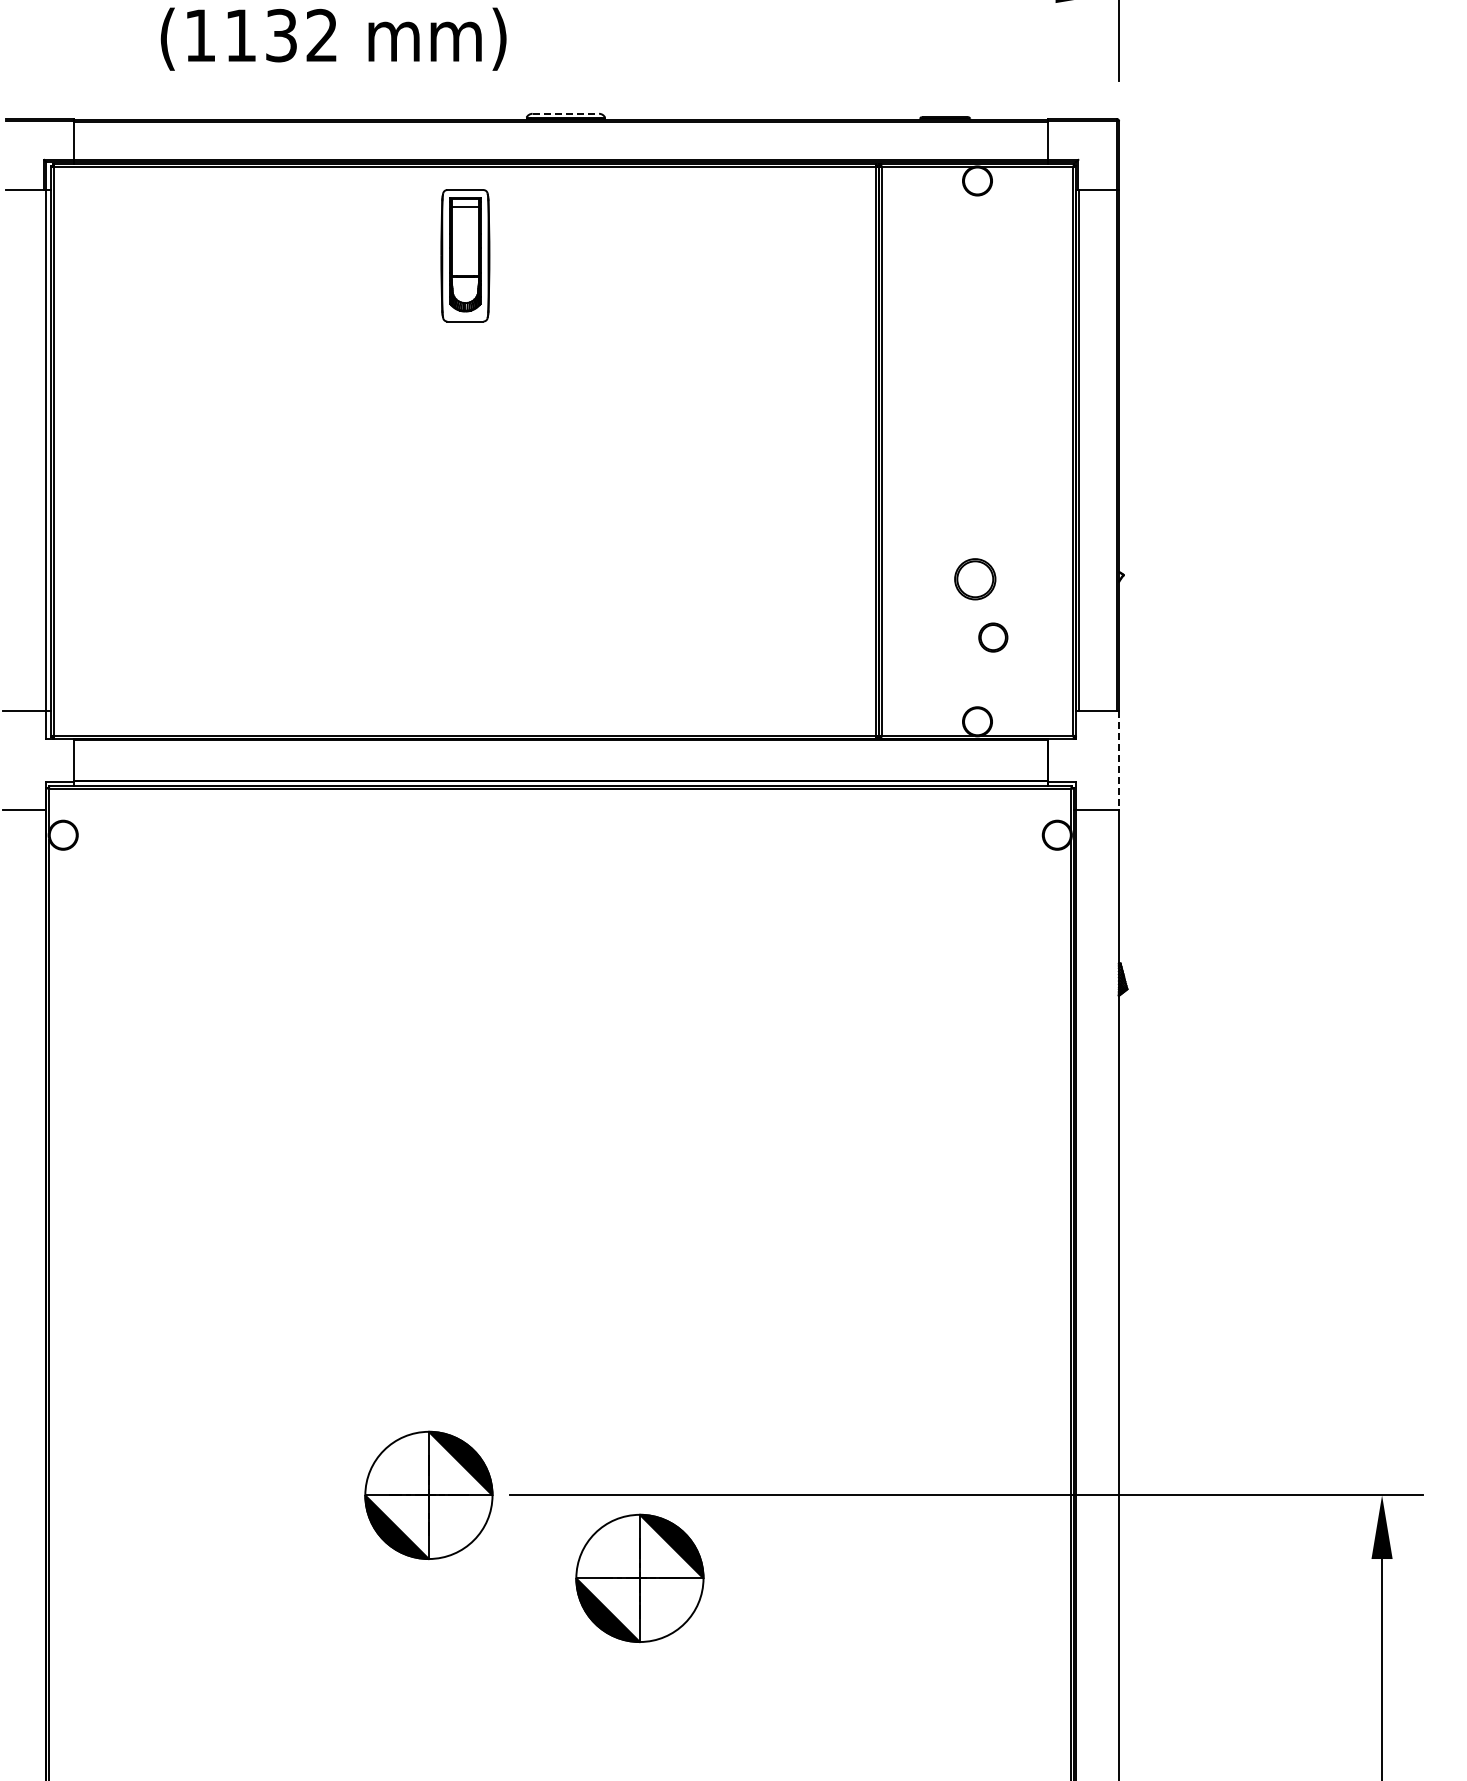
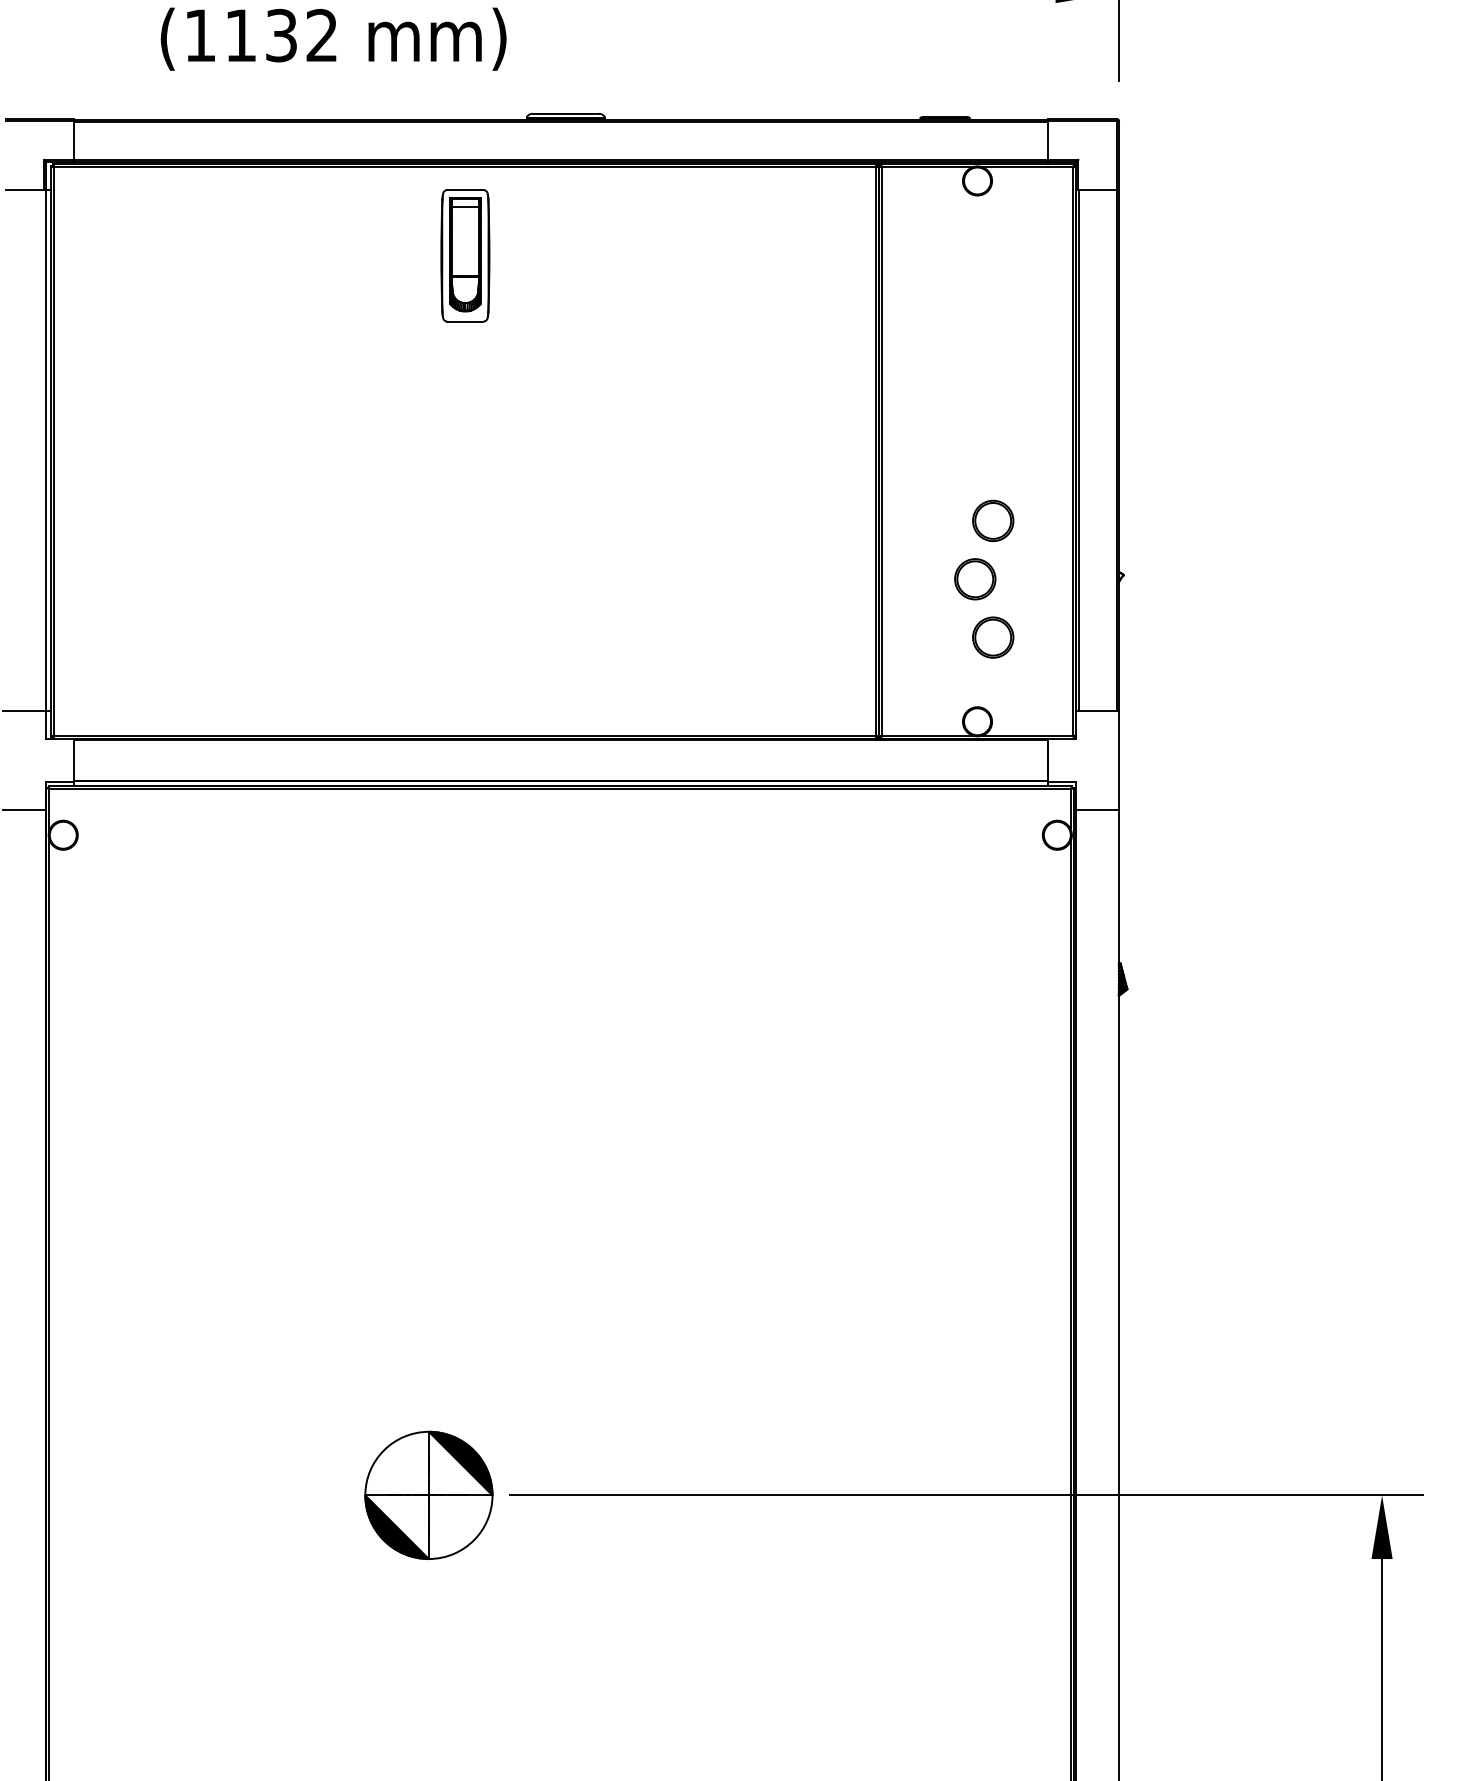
line at (566, 113): dashed -> solid
part at (993, 520): none -> present
part at (993, 637) size: 31x31 px -> 43x43 px
line at (1119, 760): dashed -> solid
part at (639, 1578): present -> none
